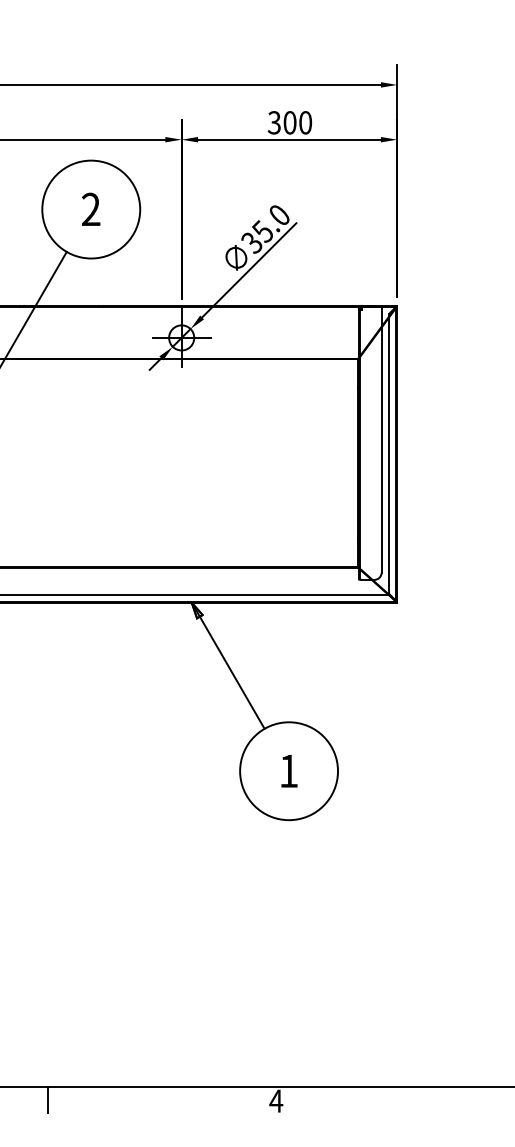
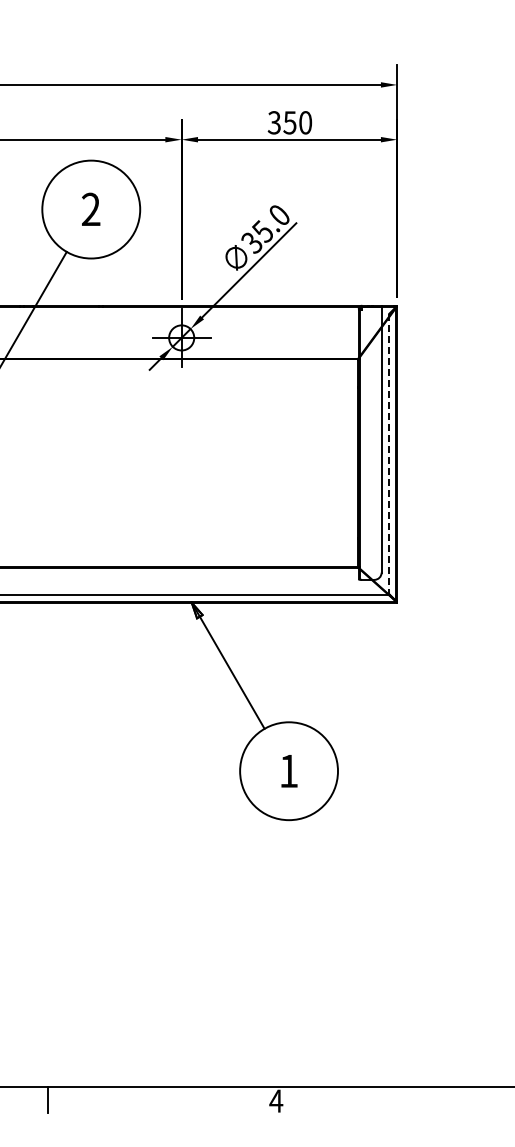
text at (289, 122): 300 -> 350
line at (389, 454): solid -> dashed
